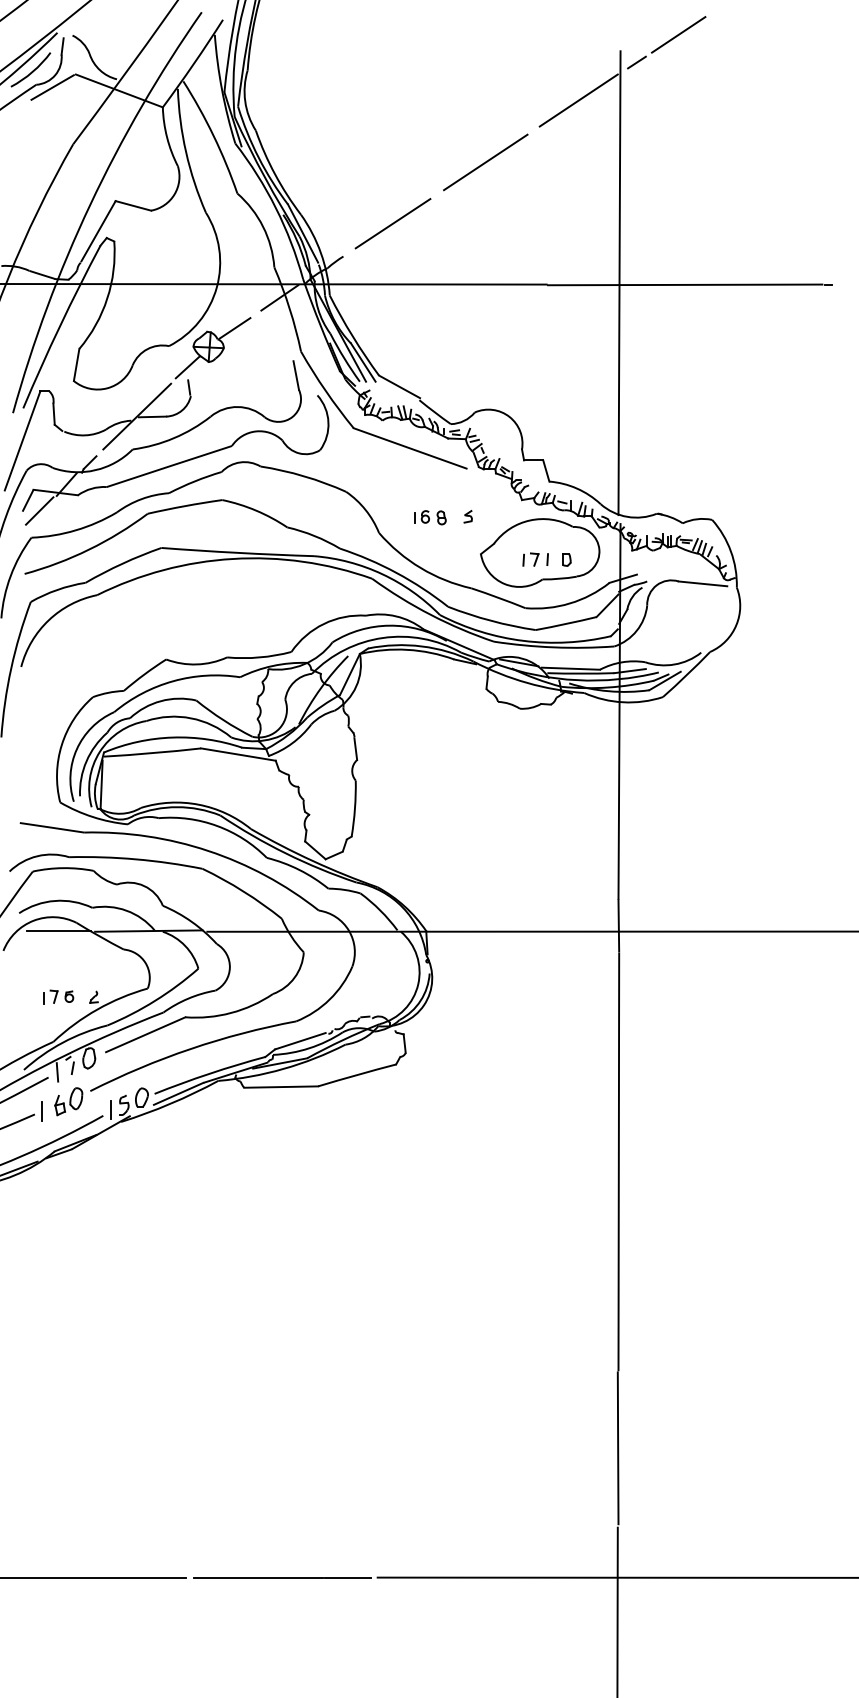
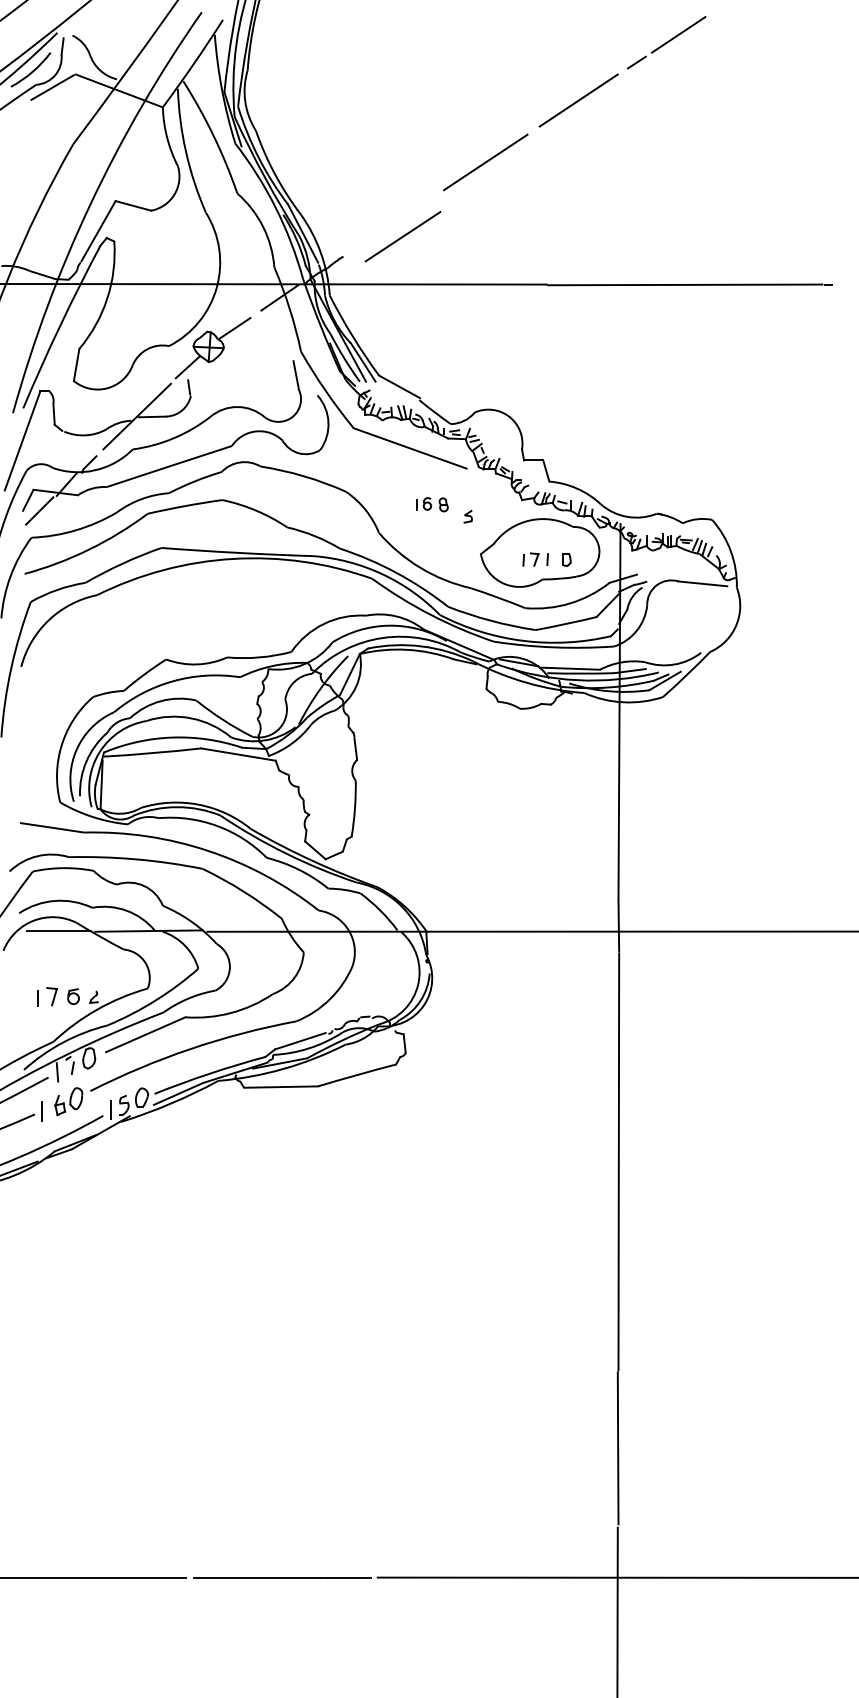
line at (392, 223) position: (392, 223) -> (402, 236)
line at (619, 283): present -> none
part at (430, 517) position: (430, 517) -> (432, 504)
part at (58, 996) size: 32x16 px -> 43x20 px
